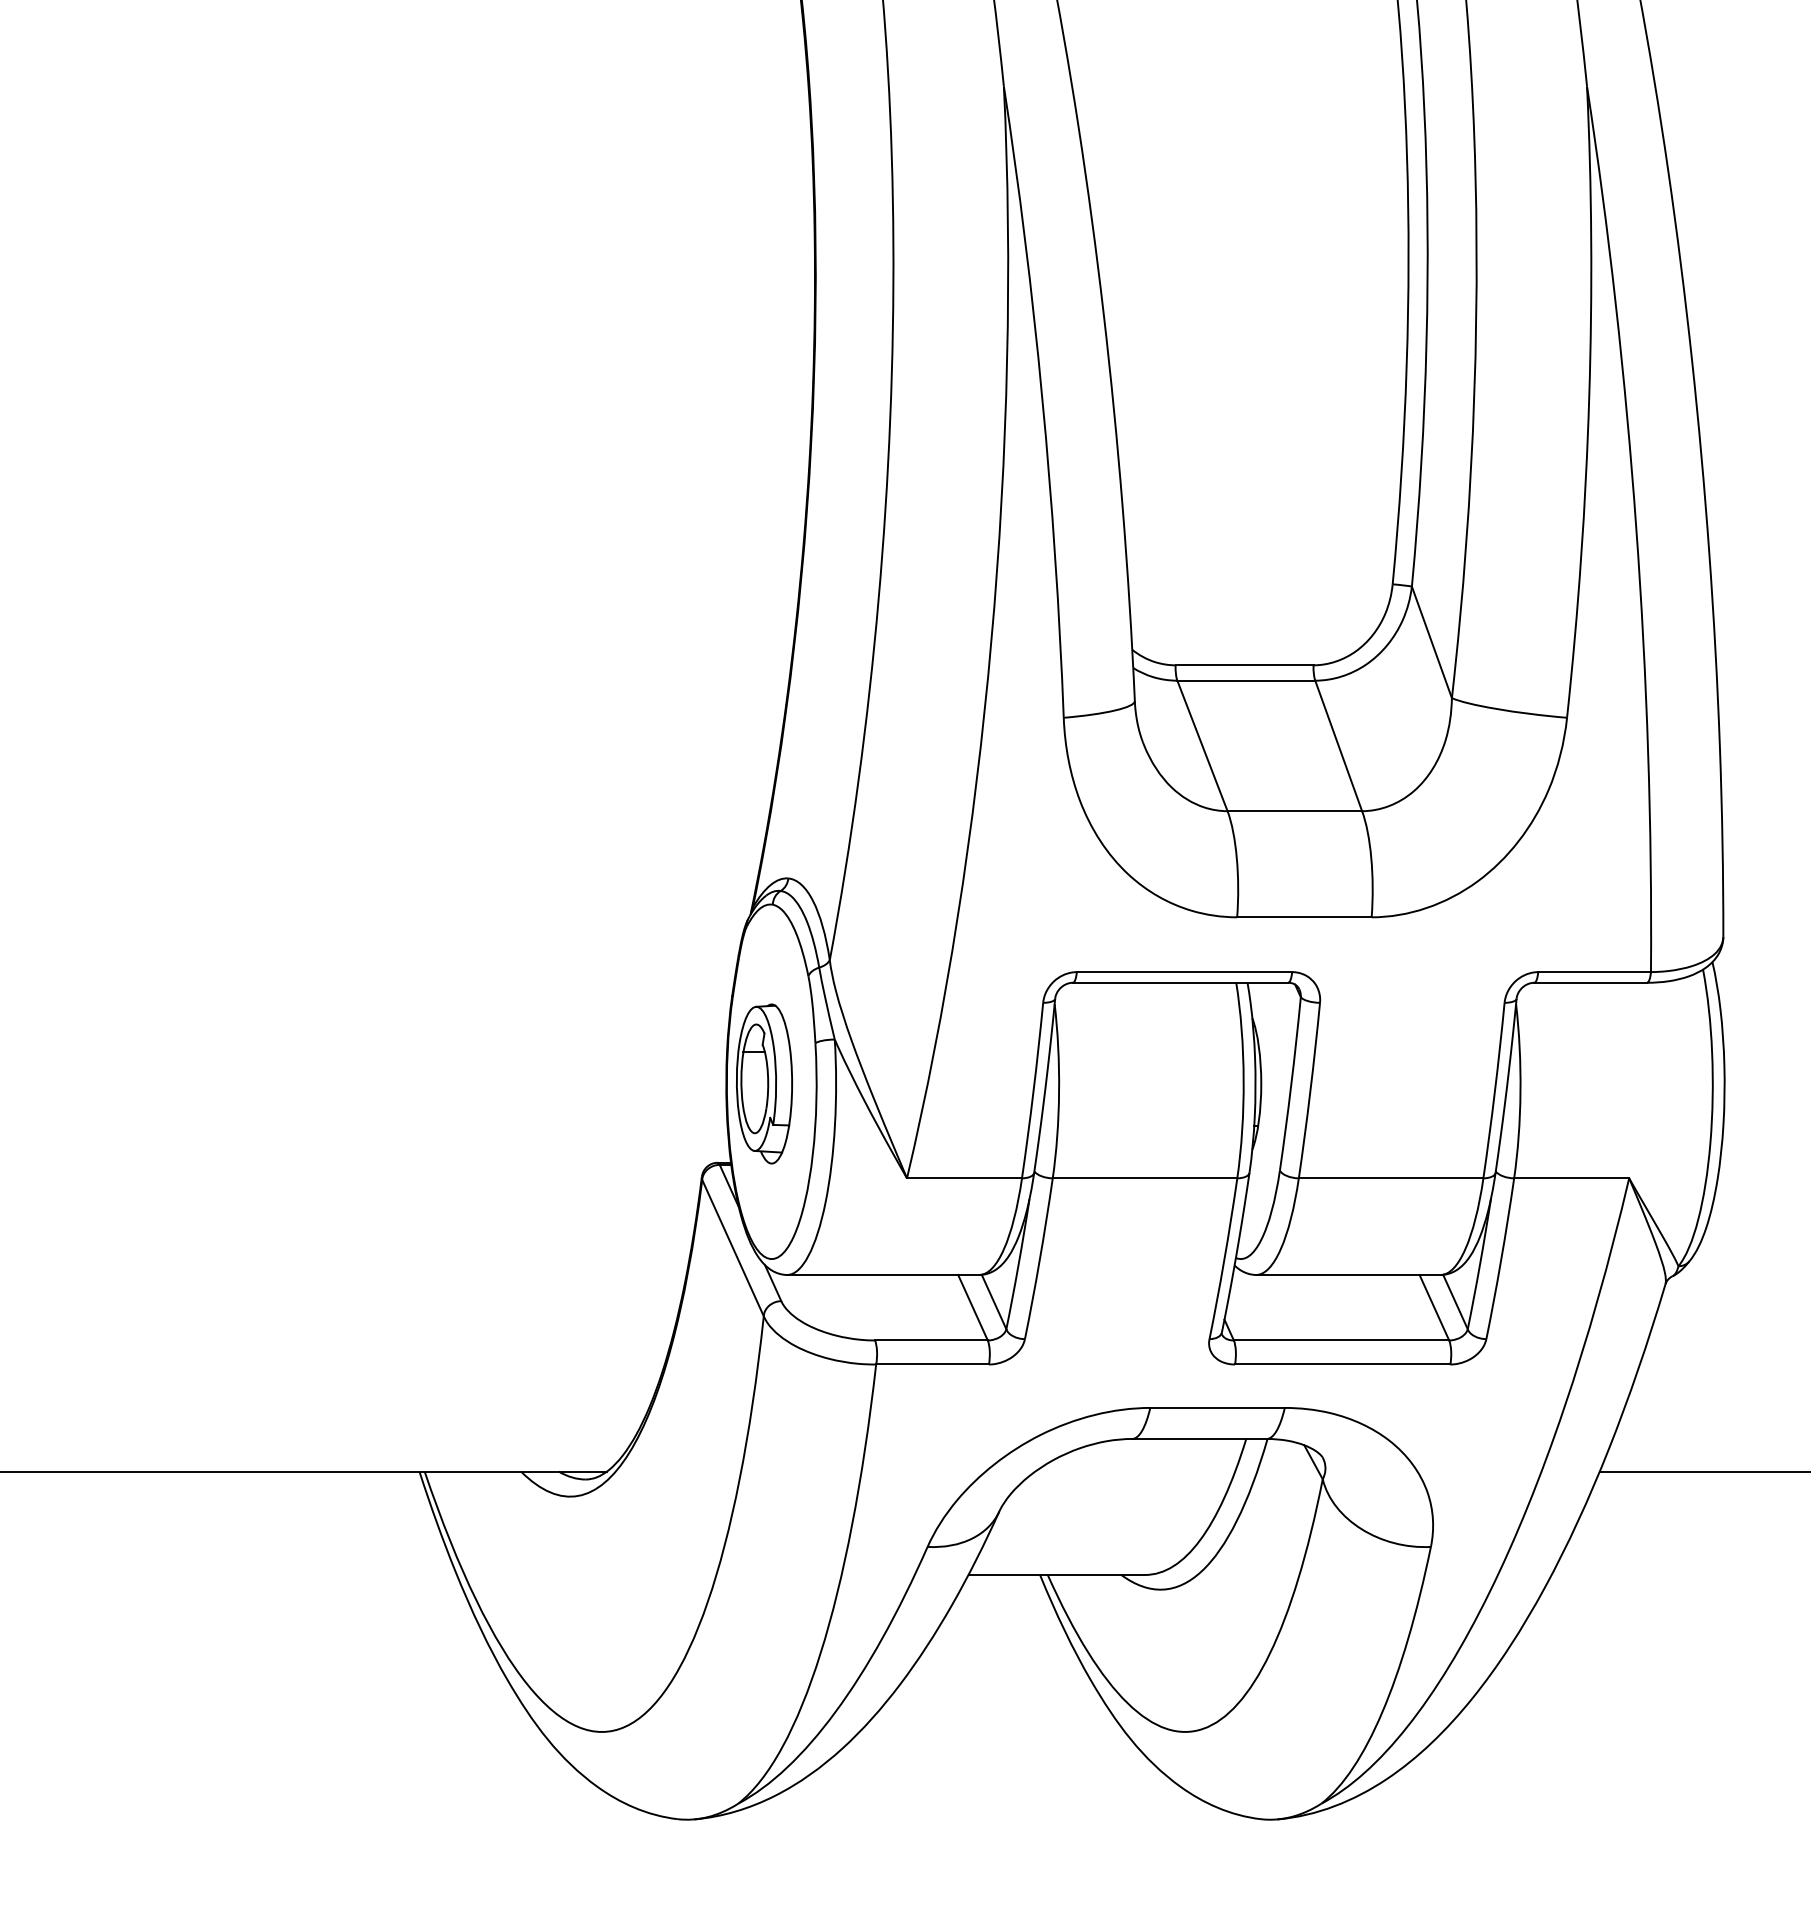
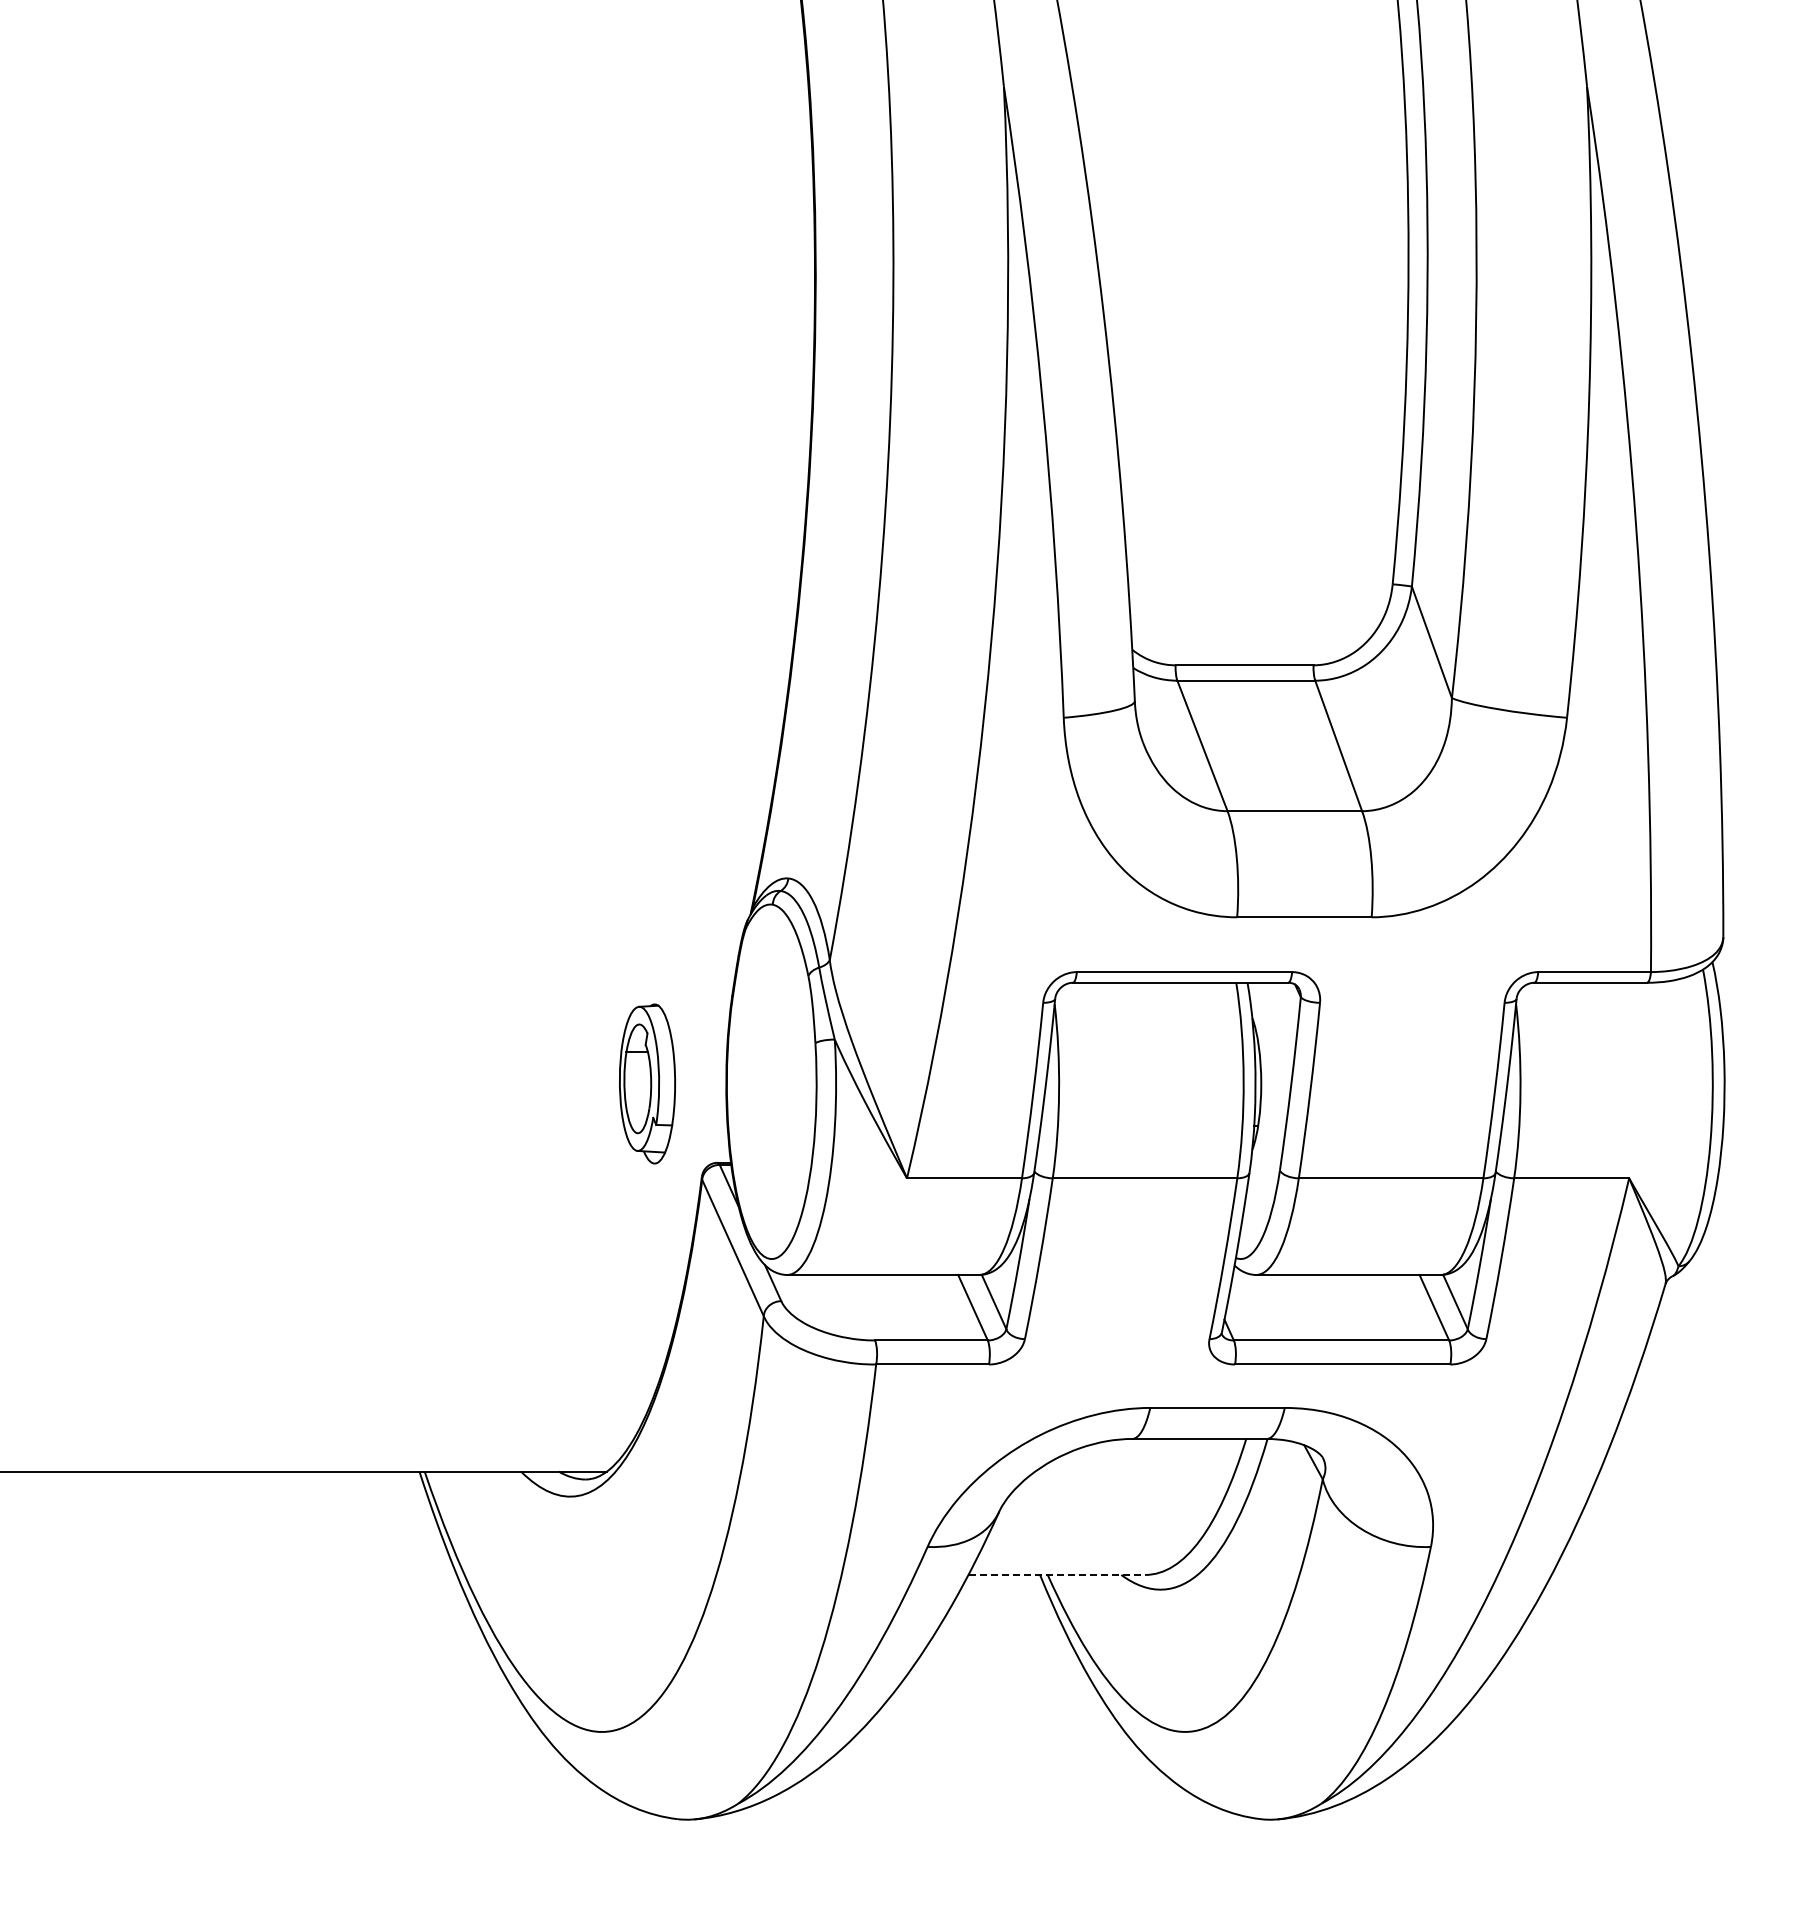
part at (764, 1083) position: (764, 1083) -> (647, 1083)
line at (1703, 1471): present -> none
line at (1057, 1574): solid -> dashed
